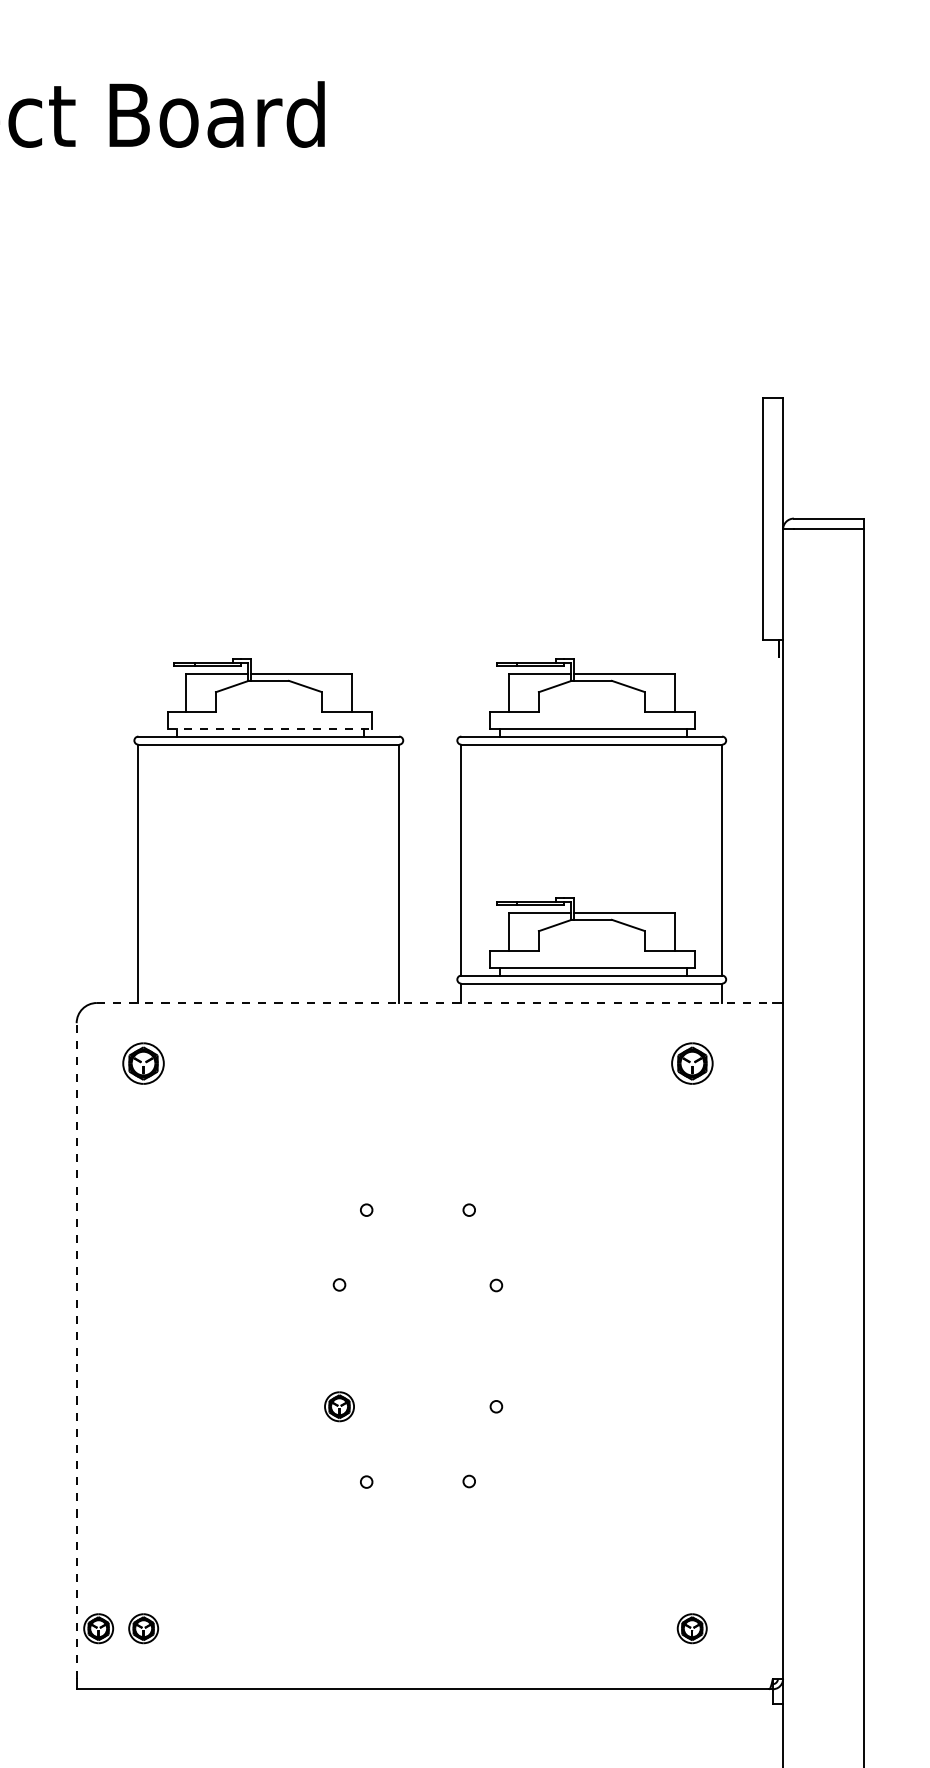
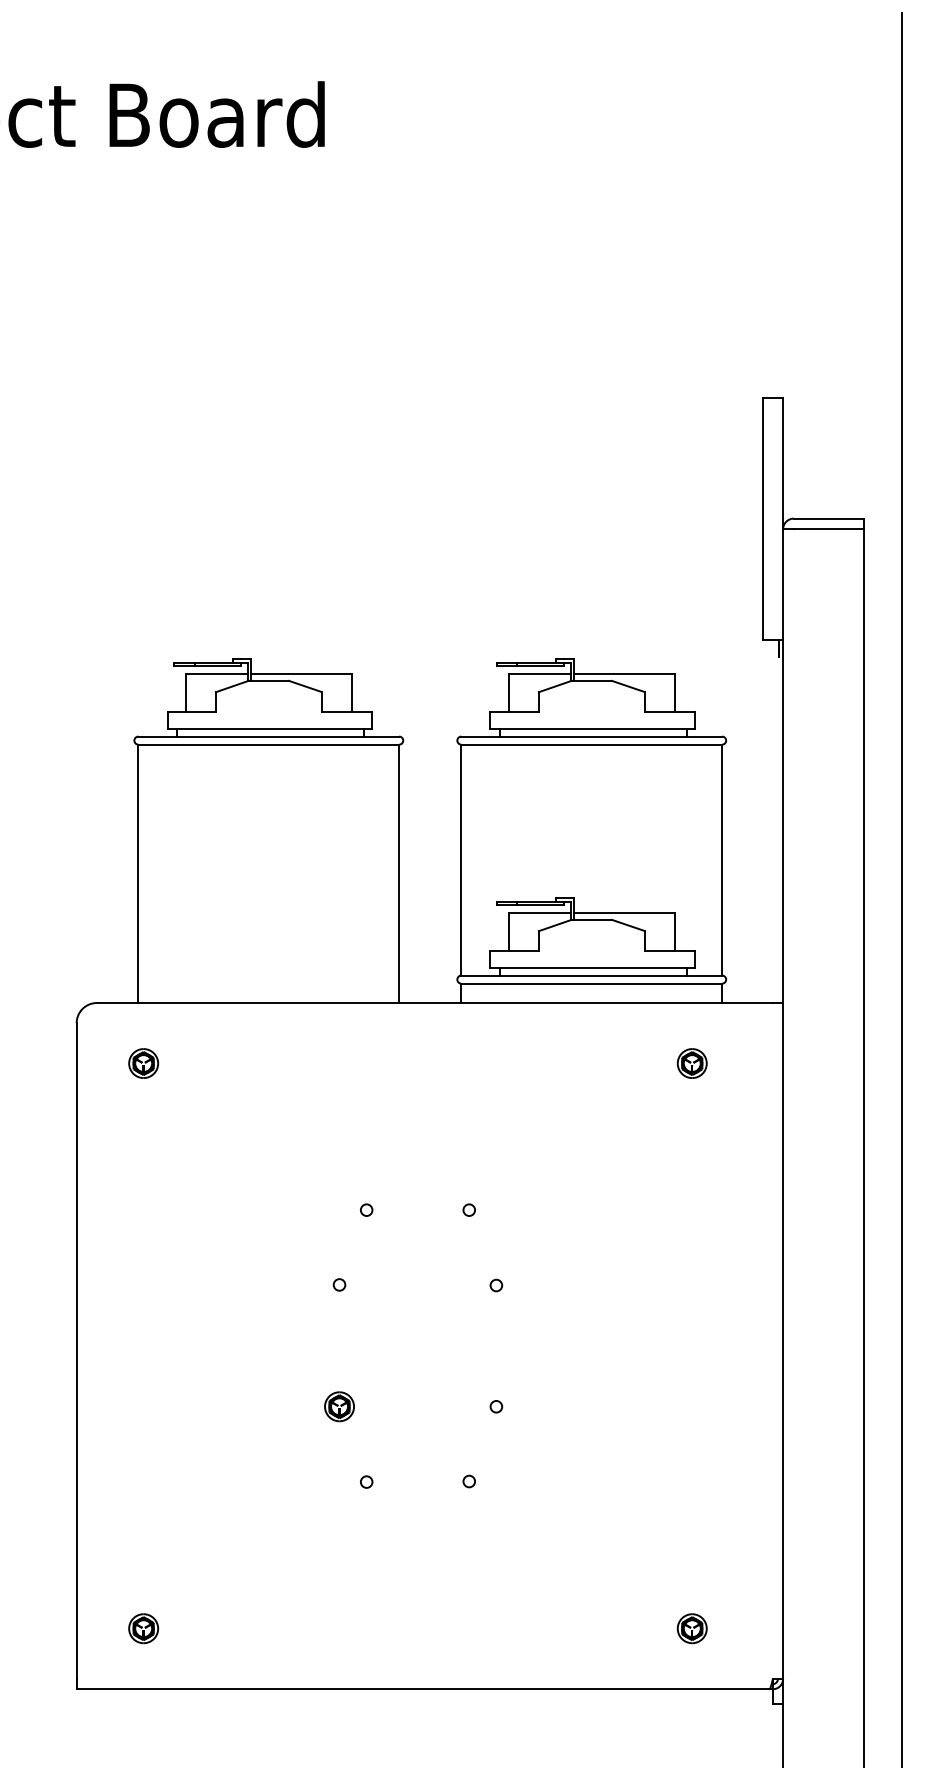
line at (270, 729): dashed -> solid
line at (902, 888): none -> present
line at (434, 1003): dashed -> solid
part at (143, 1063) size: 43x43 px -> 32x31 px
part at (692, 1063) size: 43x43 px -> 32x31 px
line at (76, 1351): dashed -> solid
part at (98, 1628): present -> none
